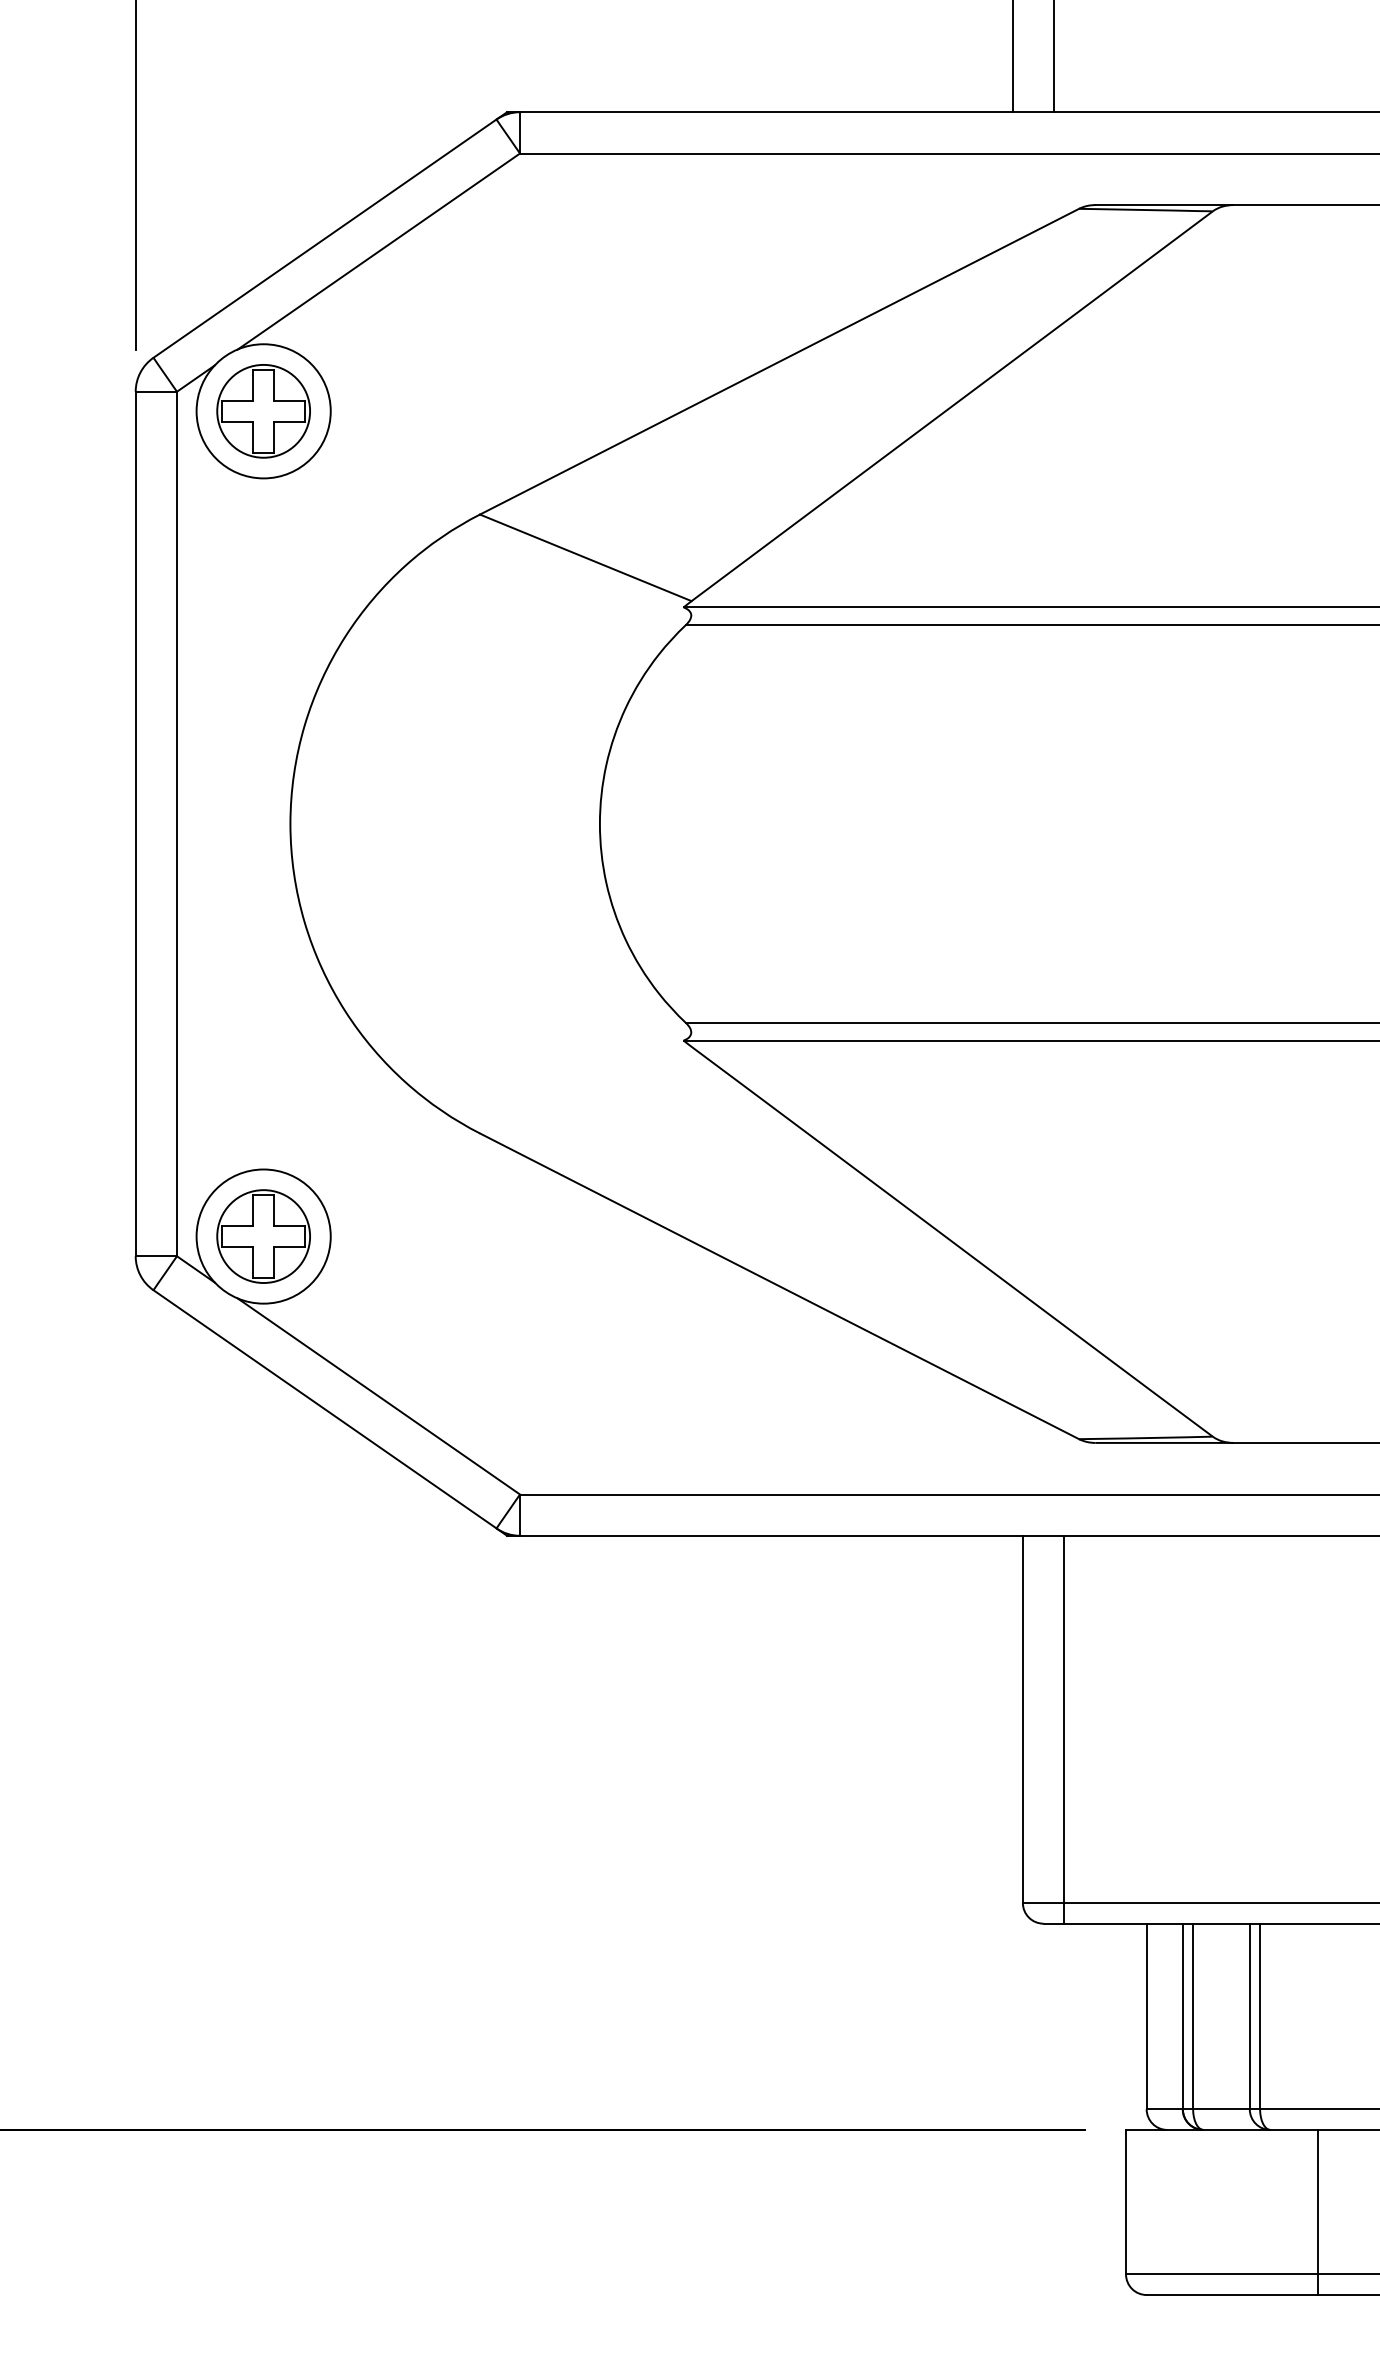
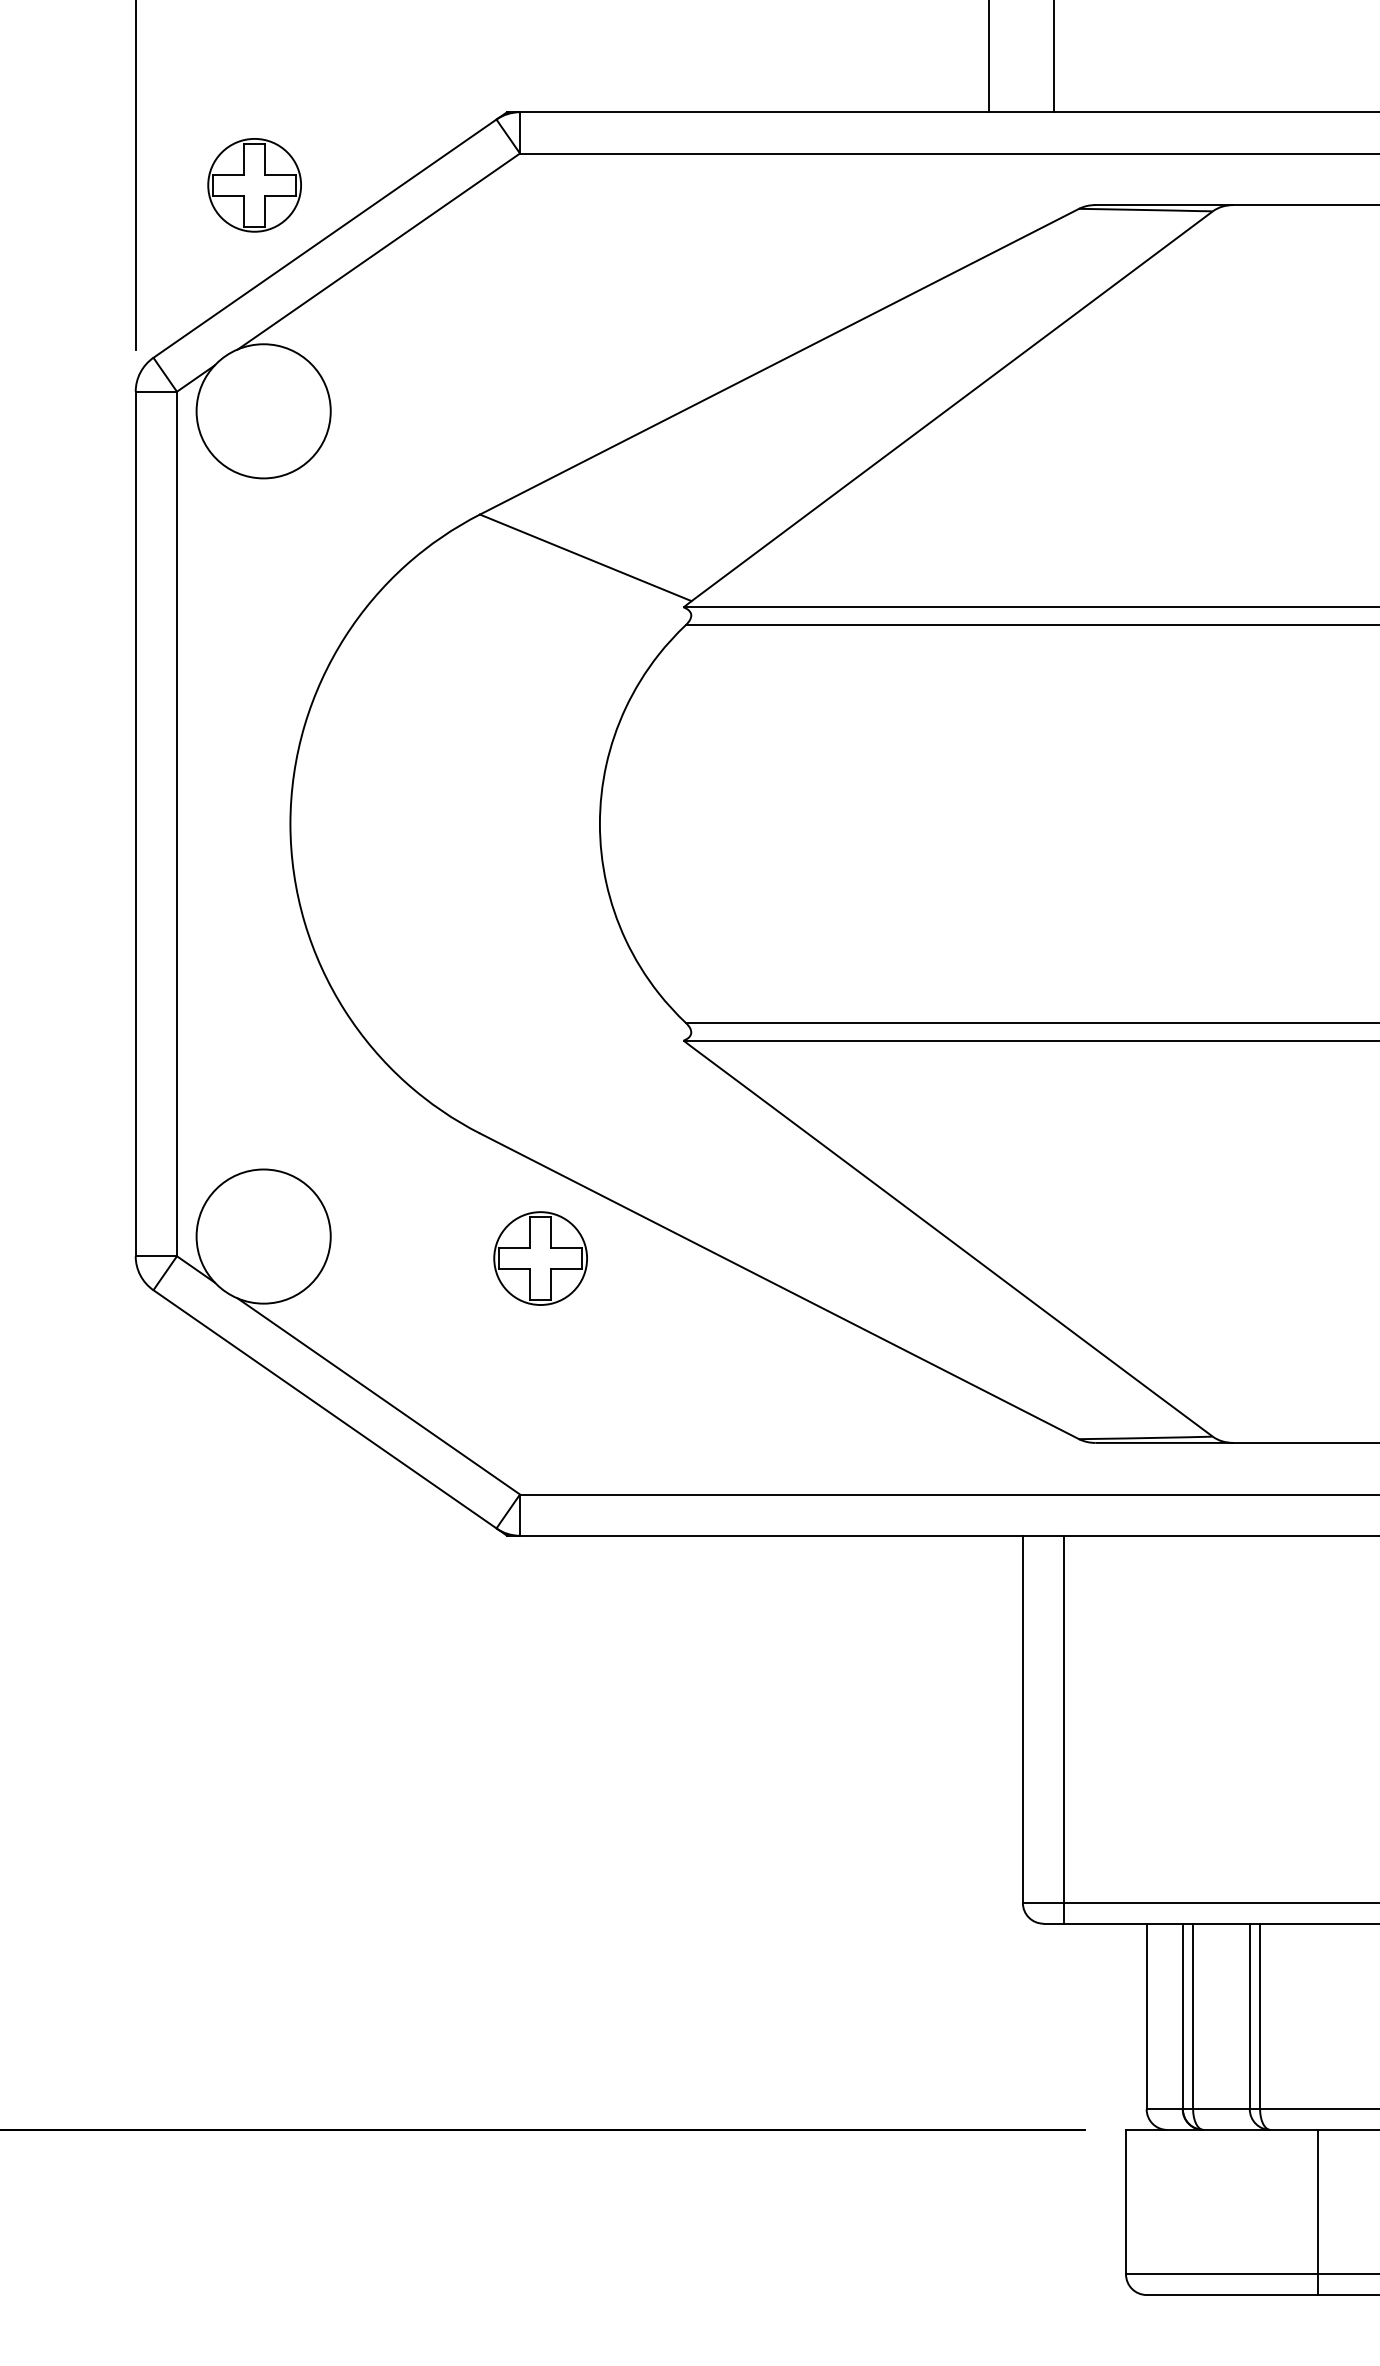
line at (1012, 57) position: (1012, 57) -> (988, 57)
part at (263, 411) position: (263, 411) -> (254, 185)
part at (263, 1236) position: (263, 1236) -> (540, 1258)
